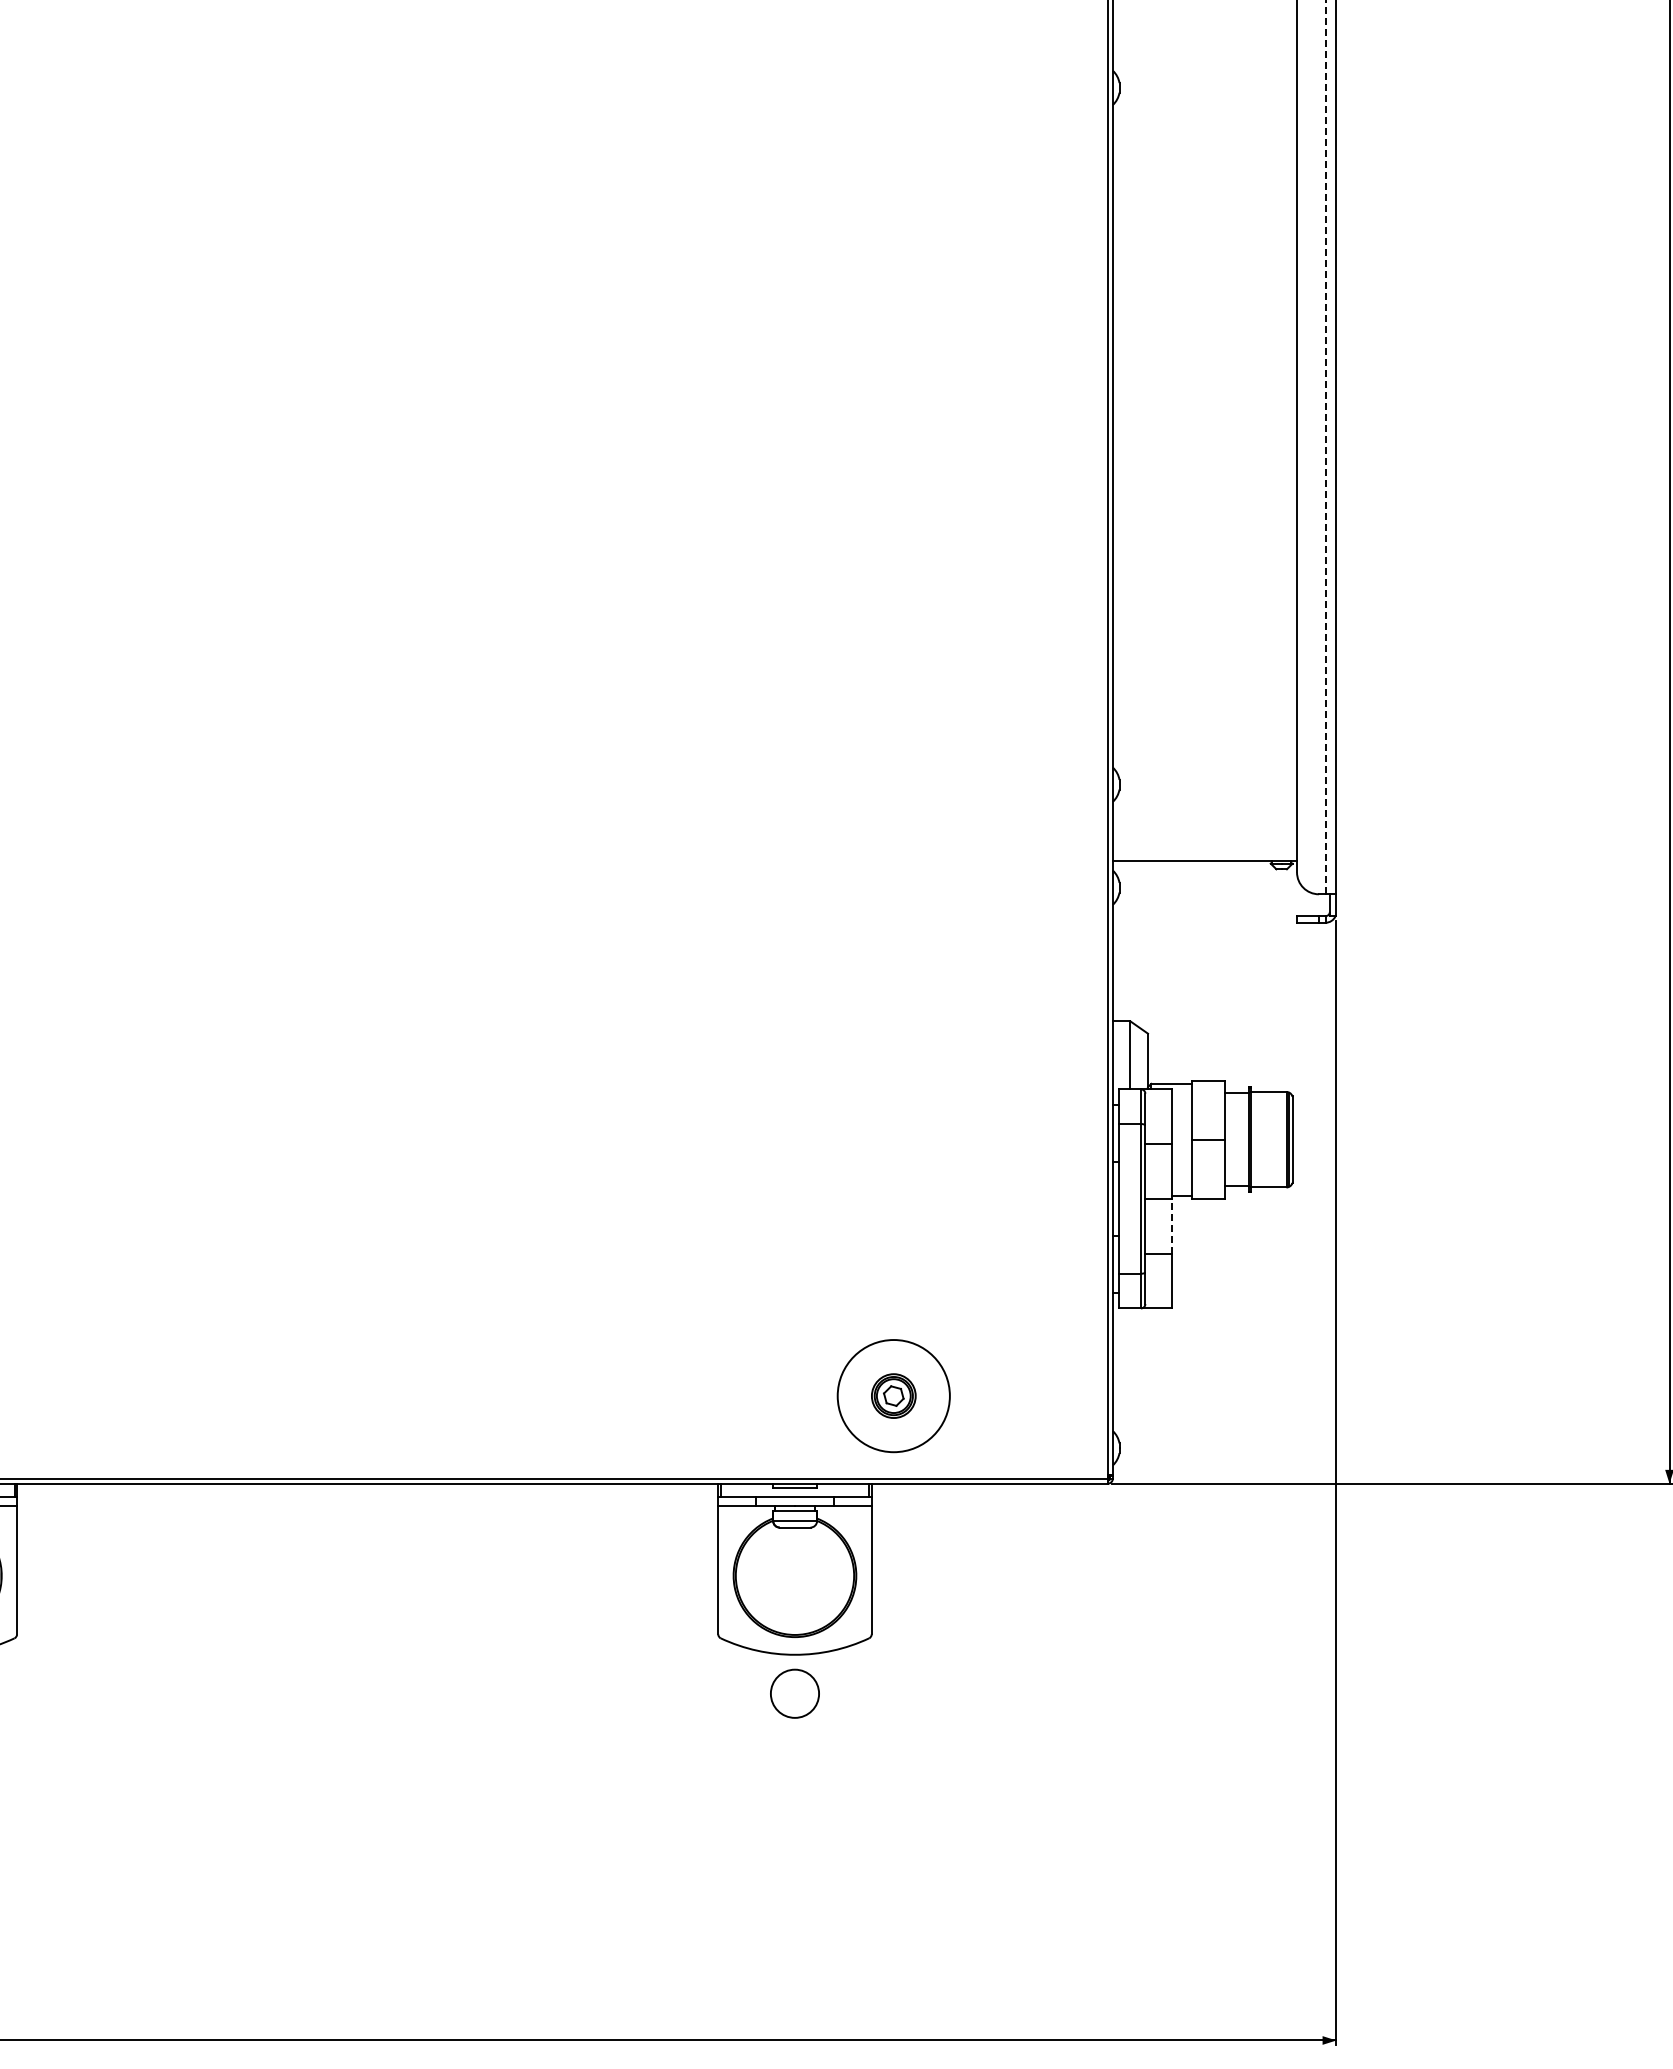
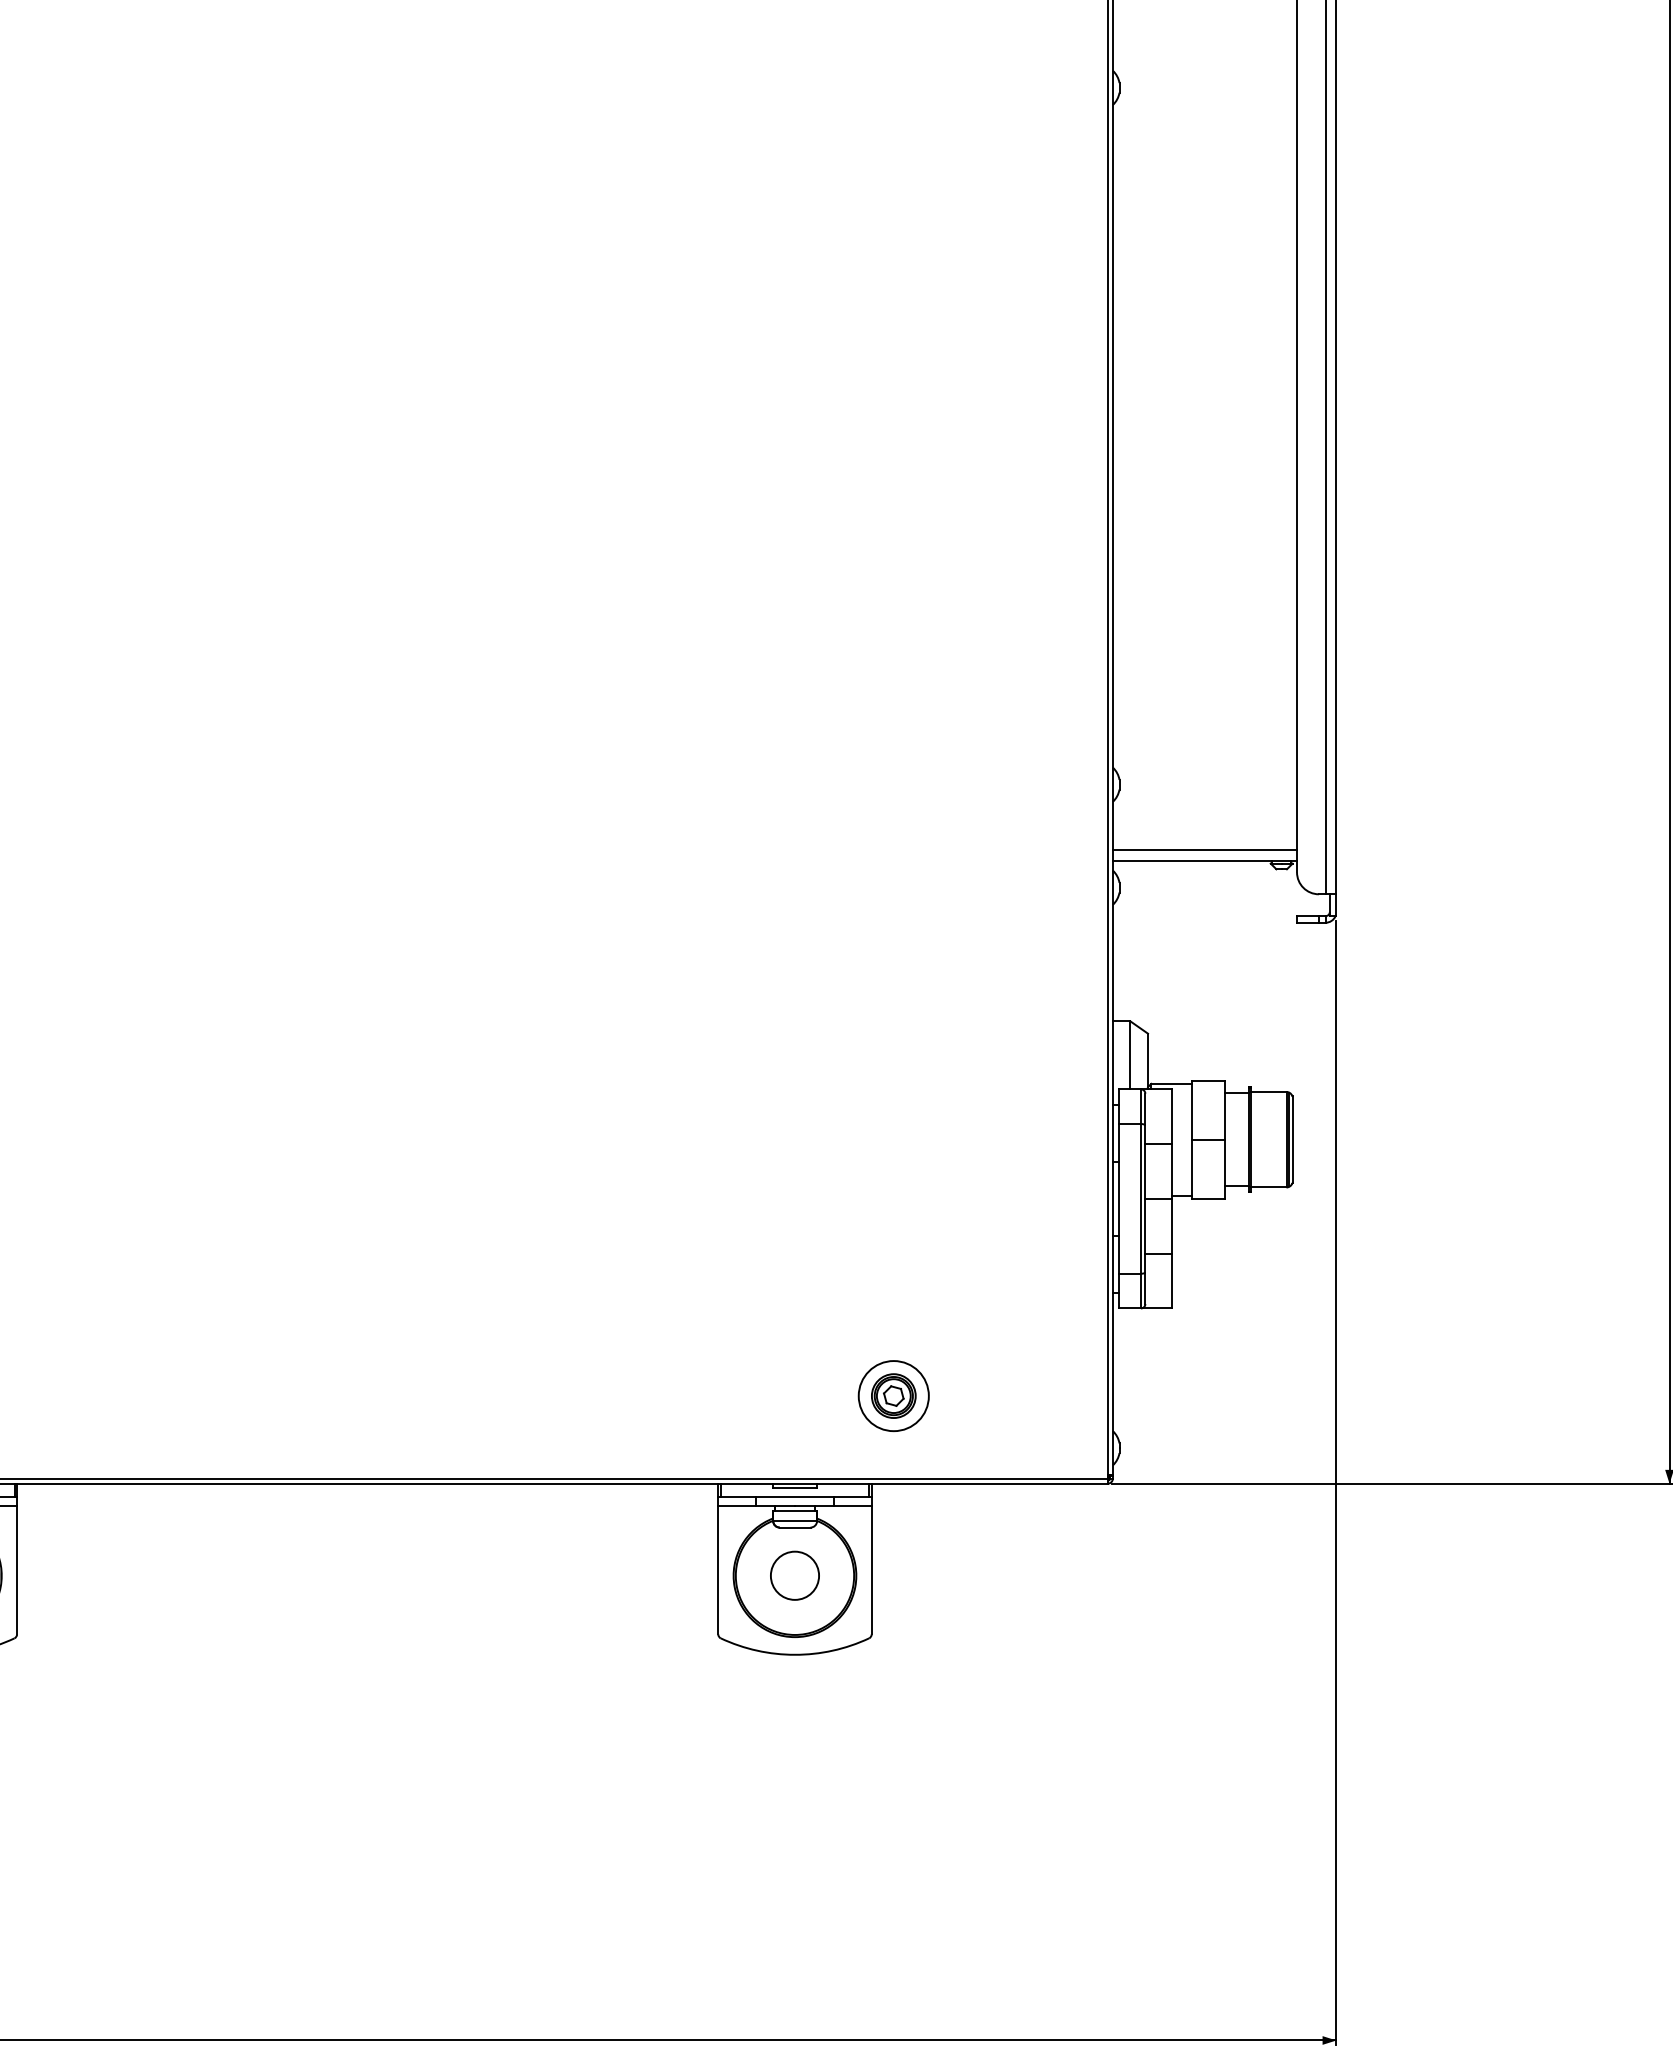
line at (1325, 447): dashed -> solid
line at (1204, 850): none -> present
line at (1171, 1225): dashed -> solid
circle at (893, 1396) diameter: 112 px -> 70 px
circle at (794, 1693) position: (794, 1693) -> (794, 1575)
